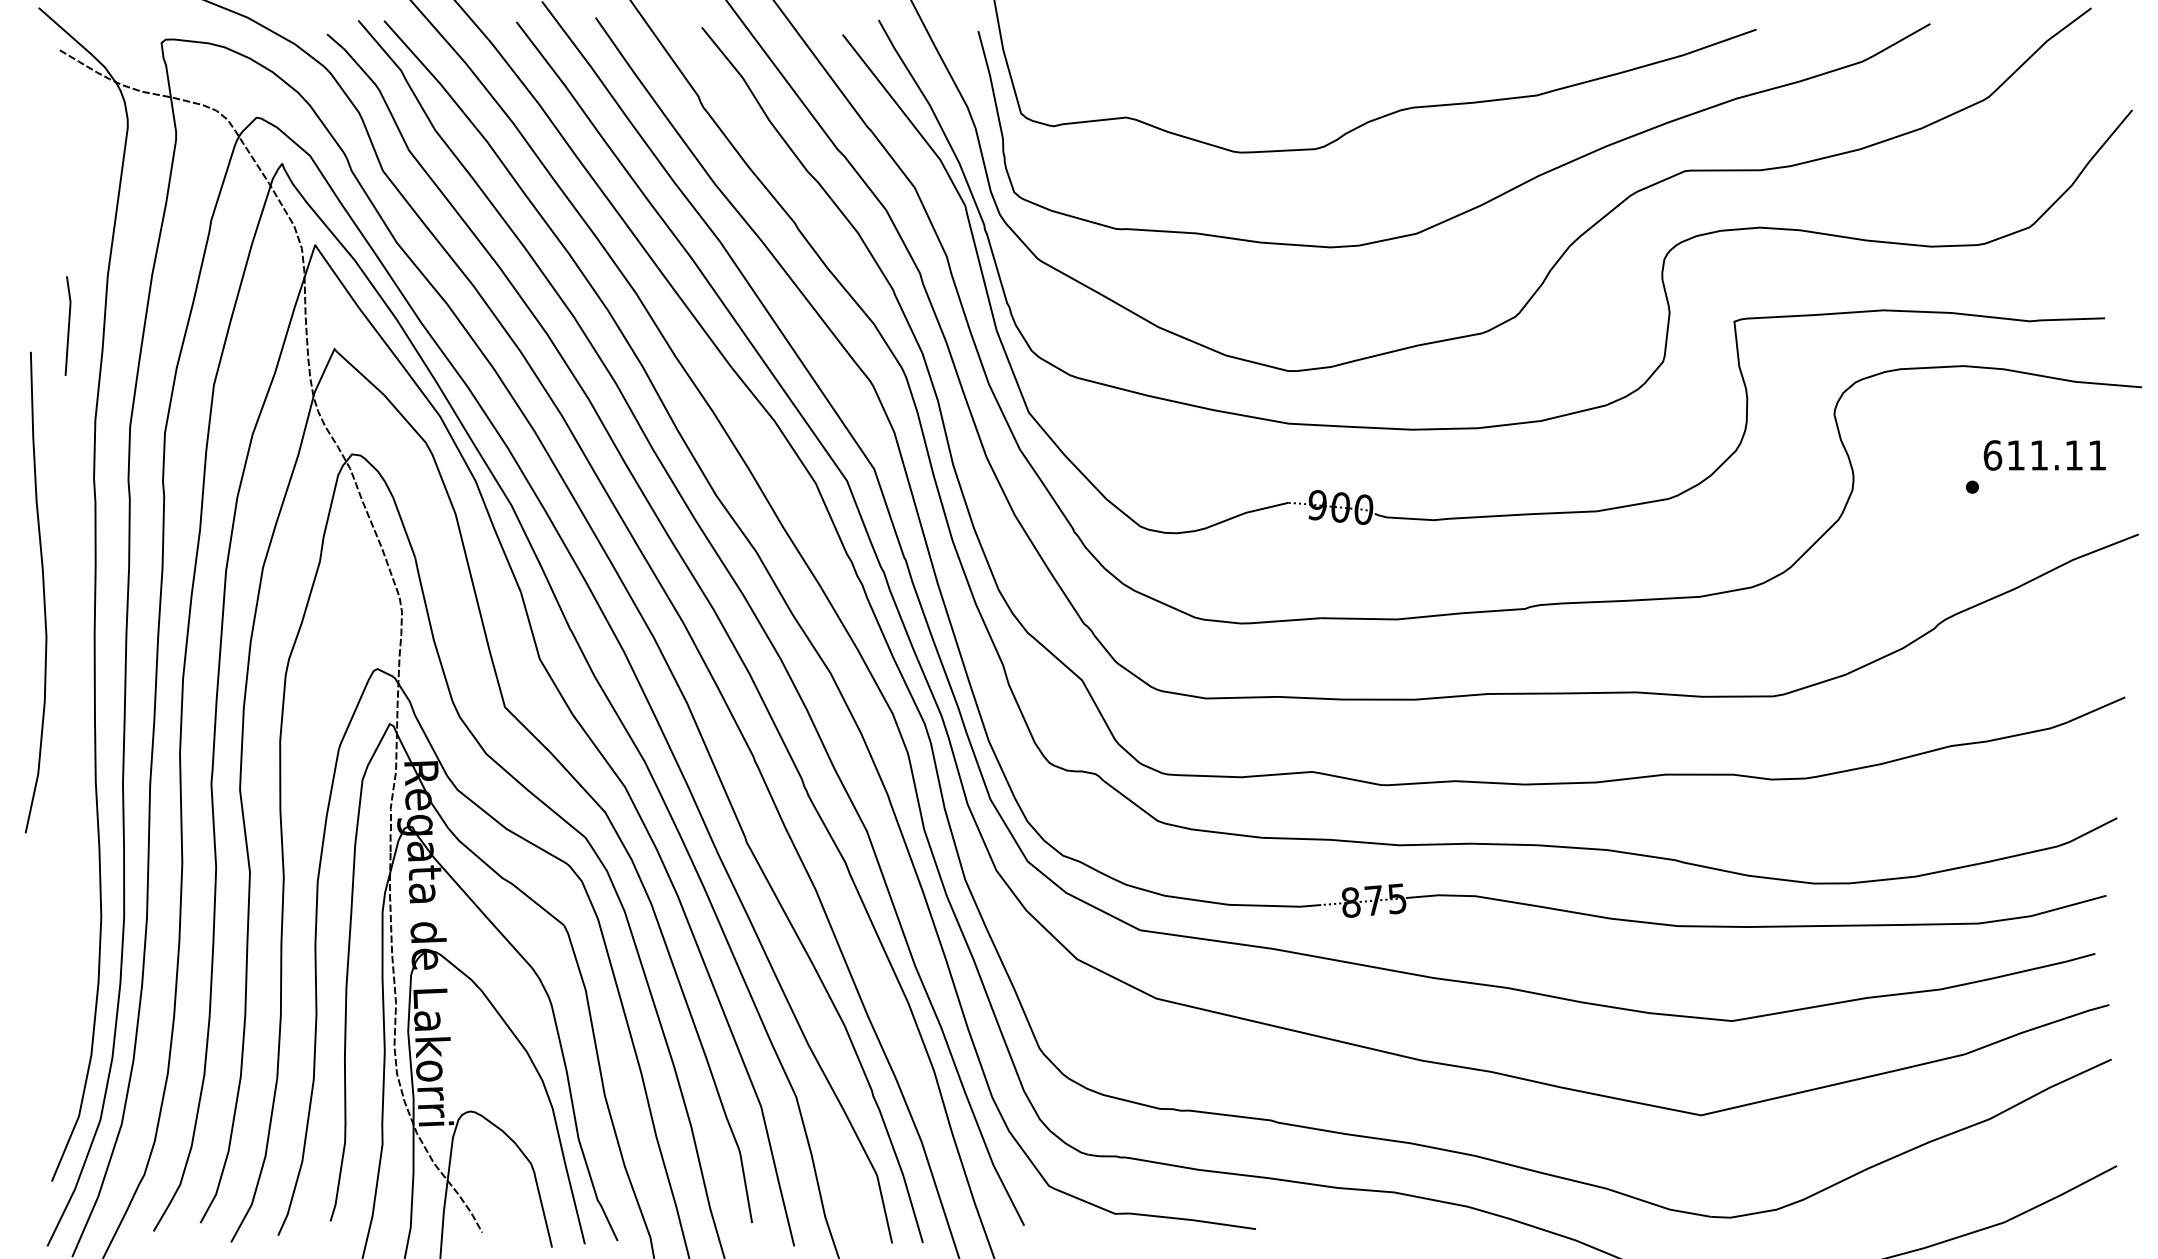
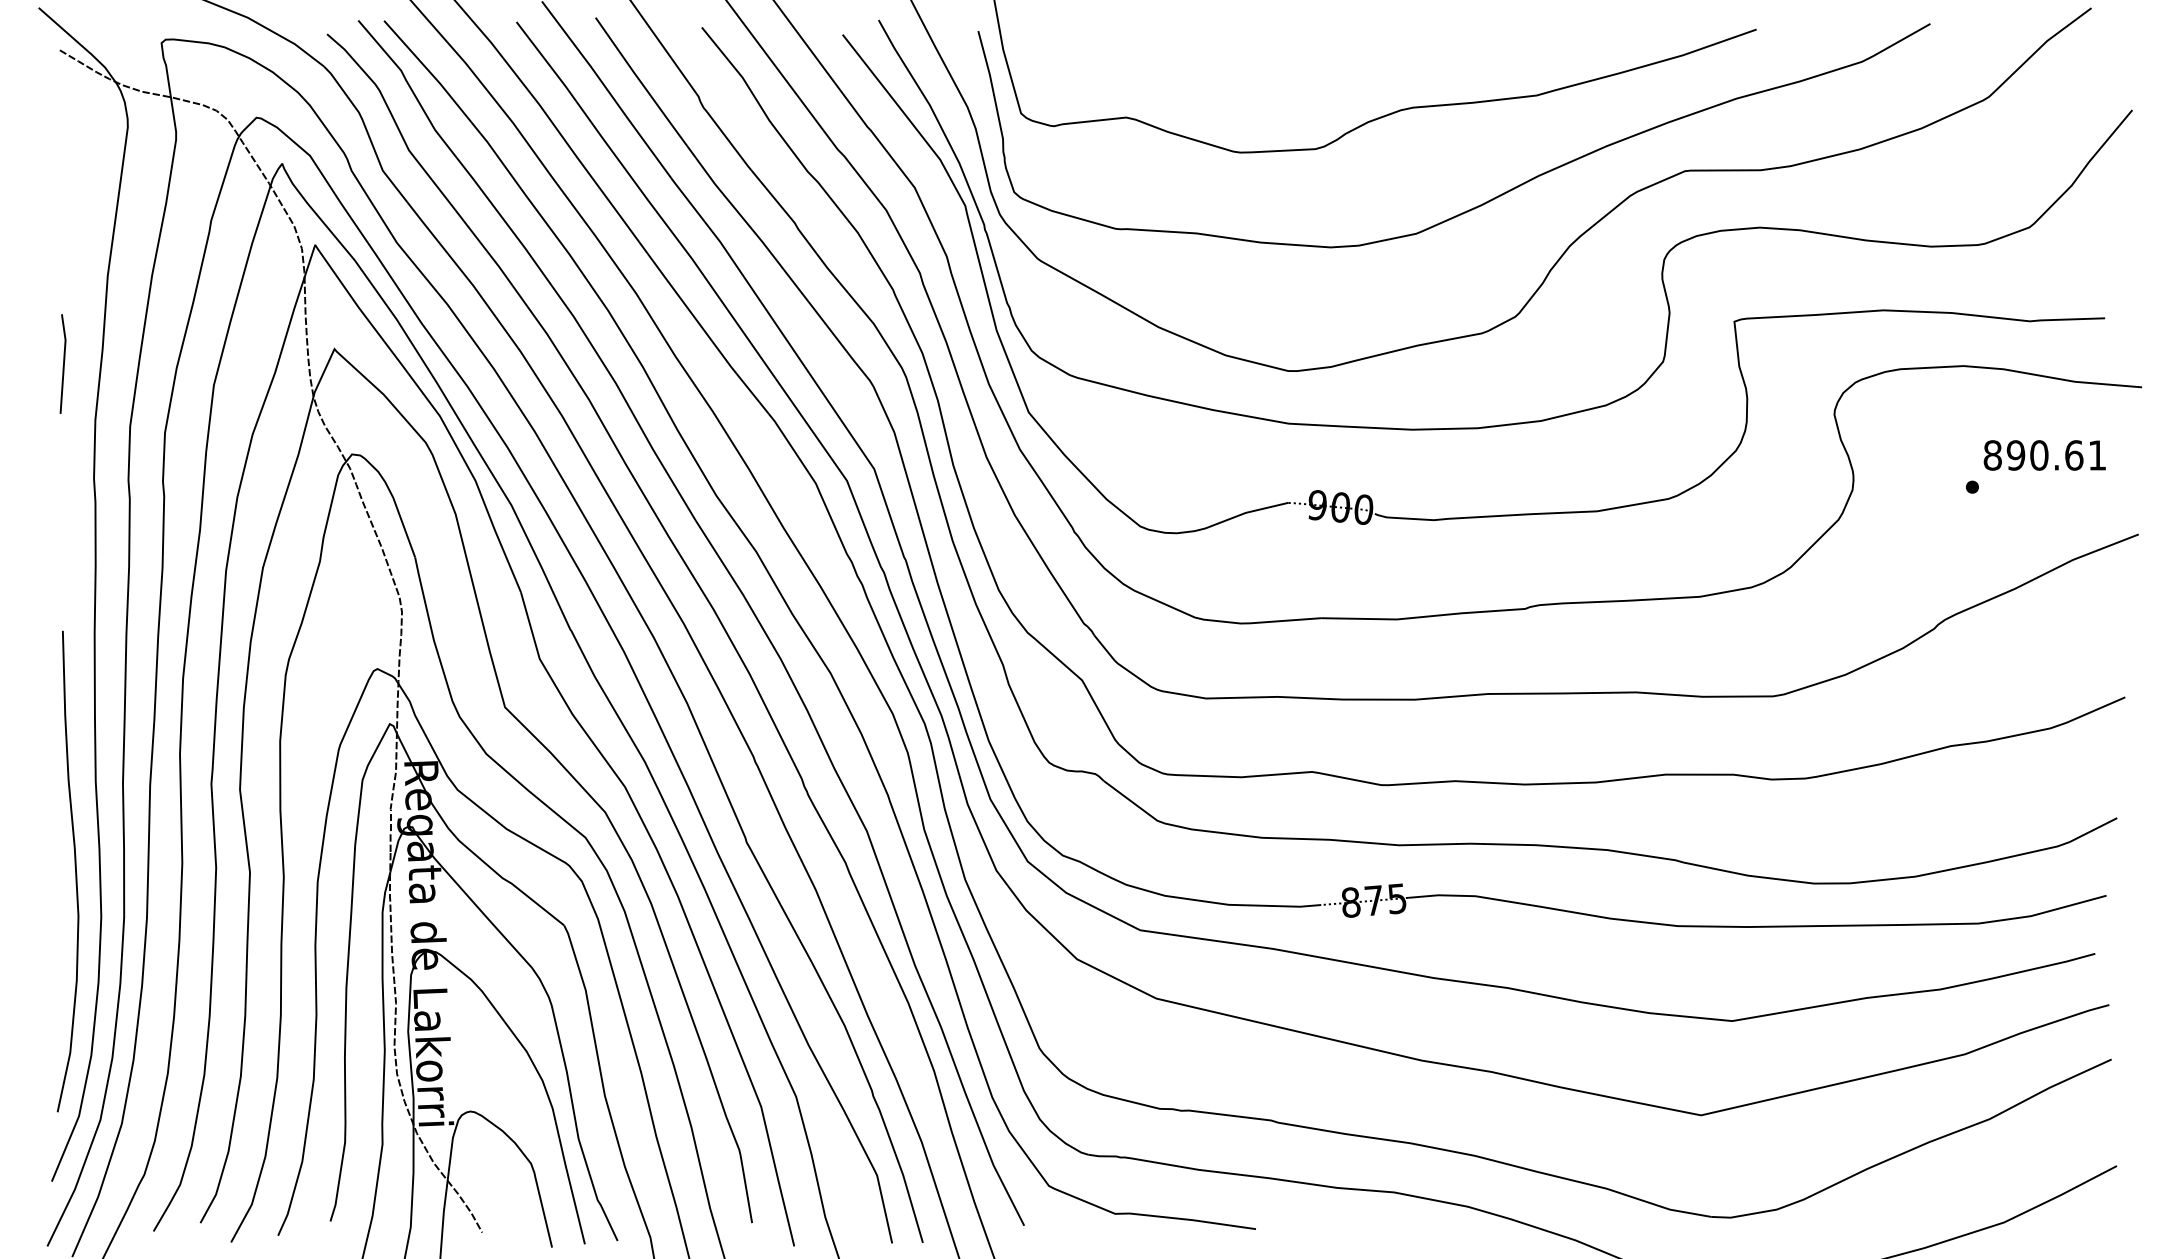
line at (68, 325) position: (68, 325) -> (63, 363)
text at (2033, 455): 611.11 -> 890.61
curve at (43, 592) position: (43, 592) -> (75, 871)
